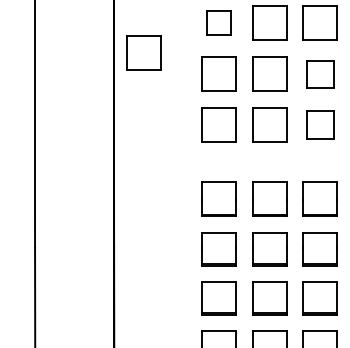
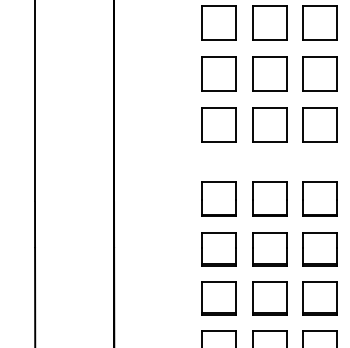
part at (218, 22) size: 26x26 px -> 36x36 px
part at (143, 52): present -> none
part at (320, 74) size: 29x29 px -> 36x36 px
part at (320, 124) size: 29x30 px -> 36x36 px
